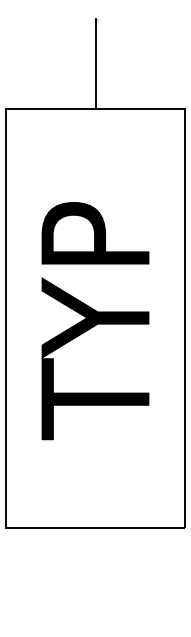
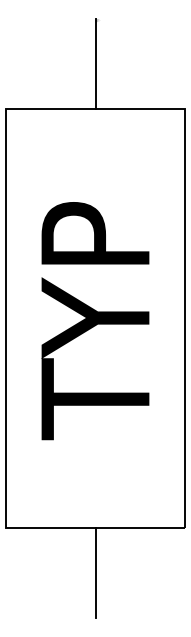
line at (95, 572): none -> present
